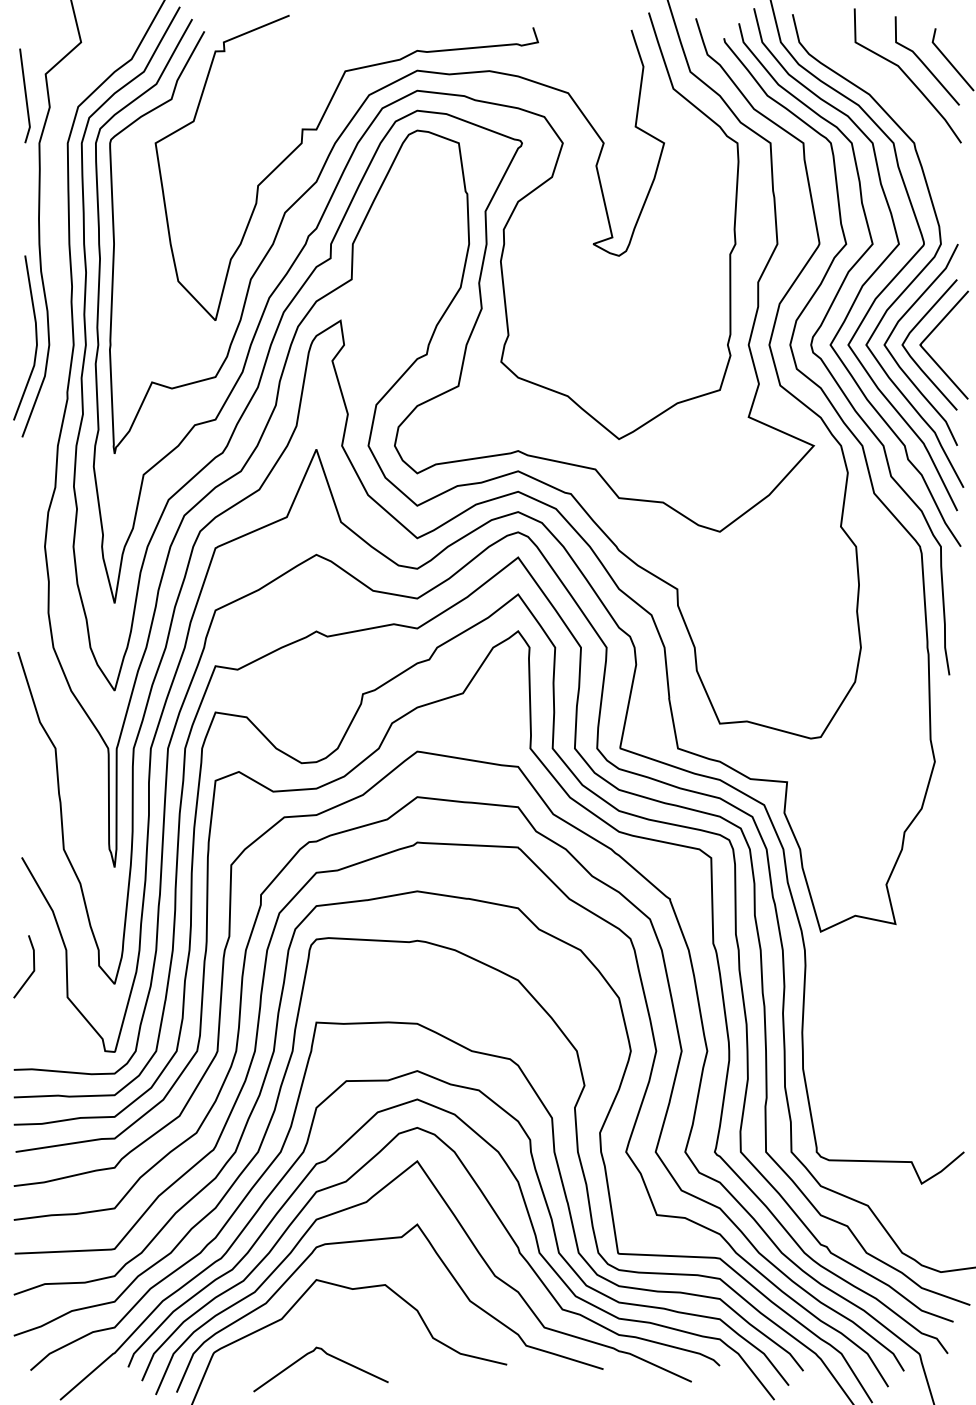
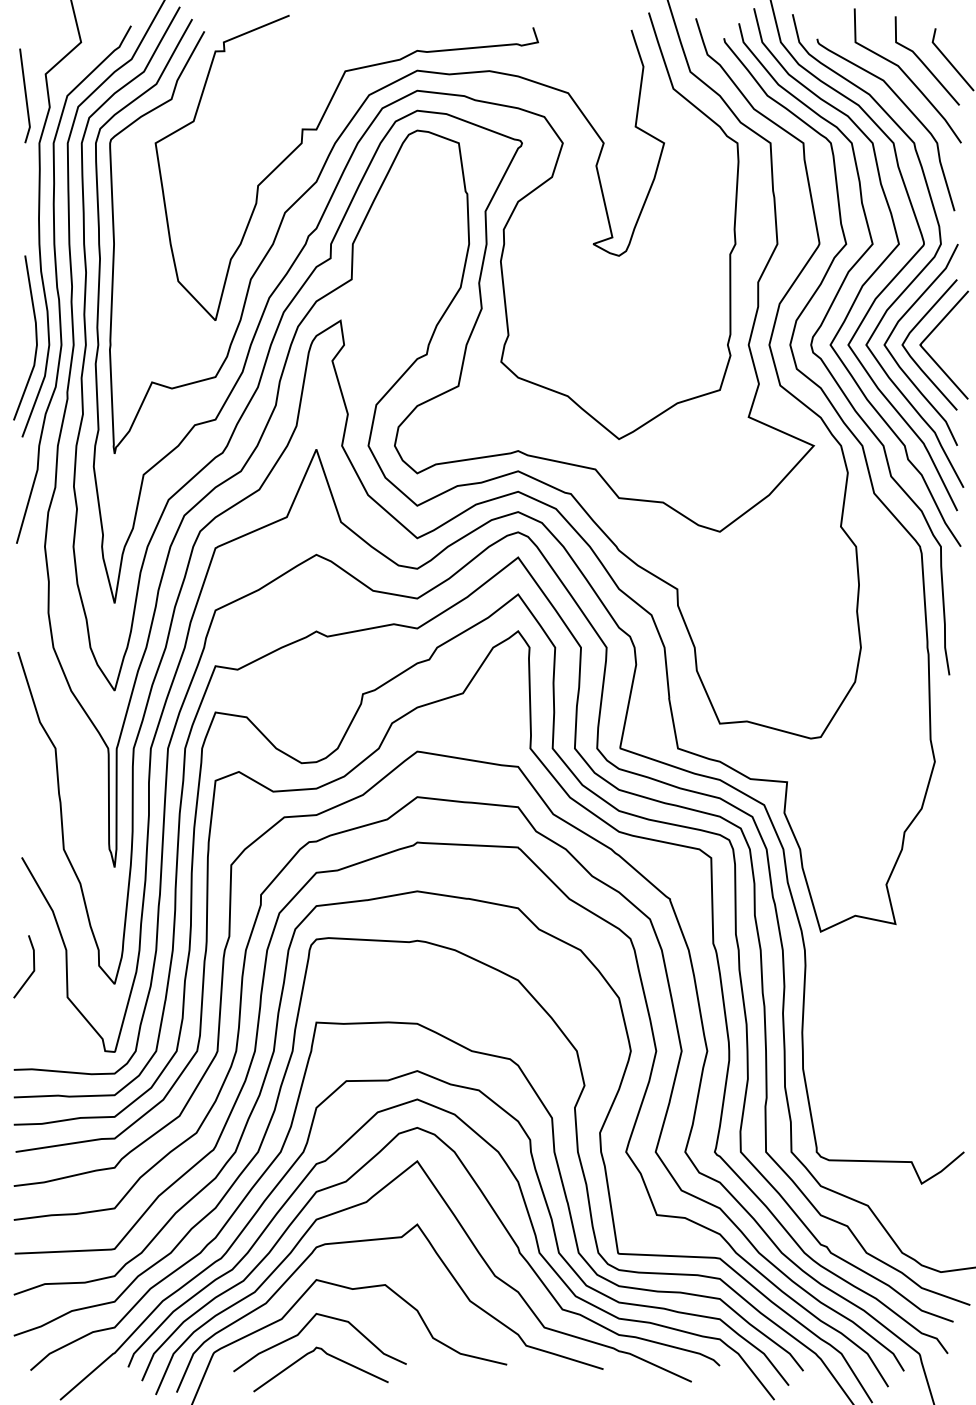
curve at (904, 105): none -> present
curve at (58, 287): none -> present
curve at (302, 1331): none -> present
